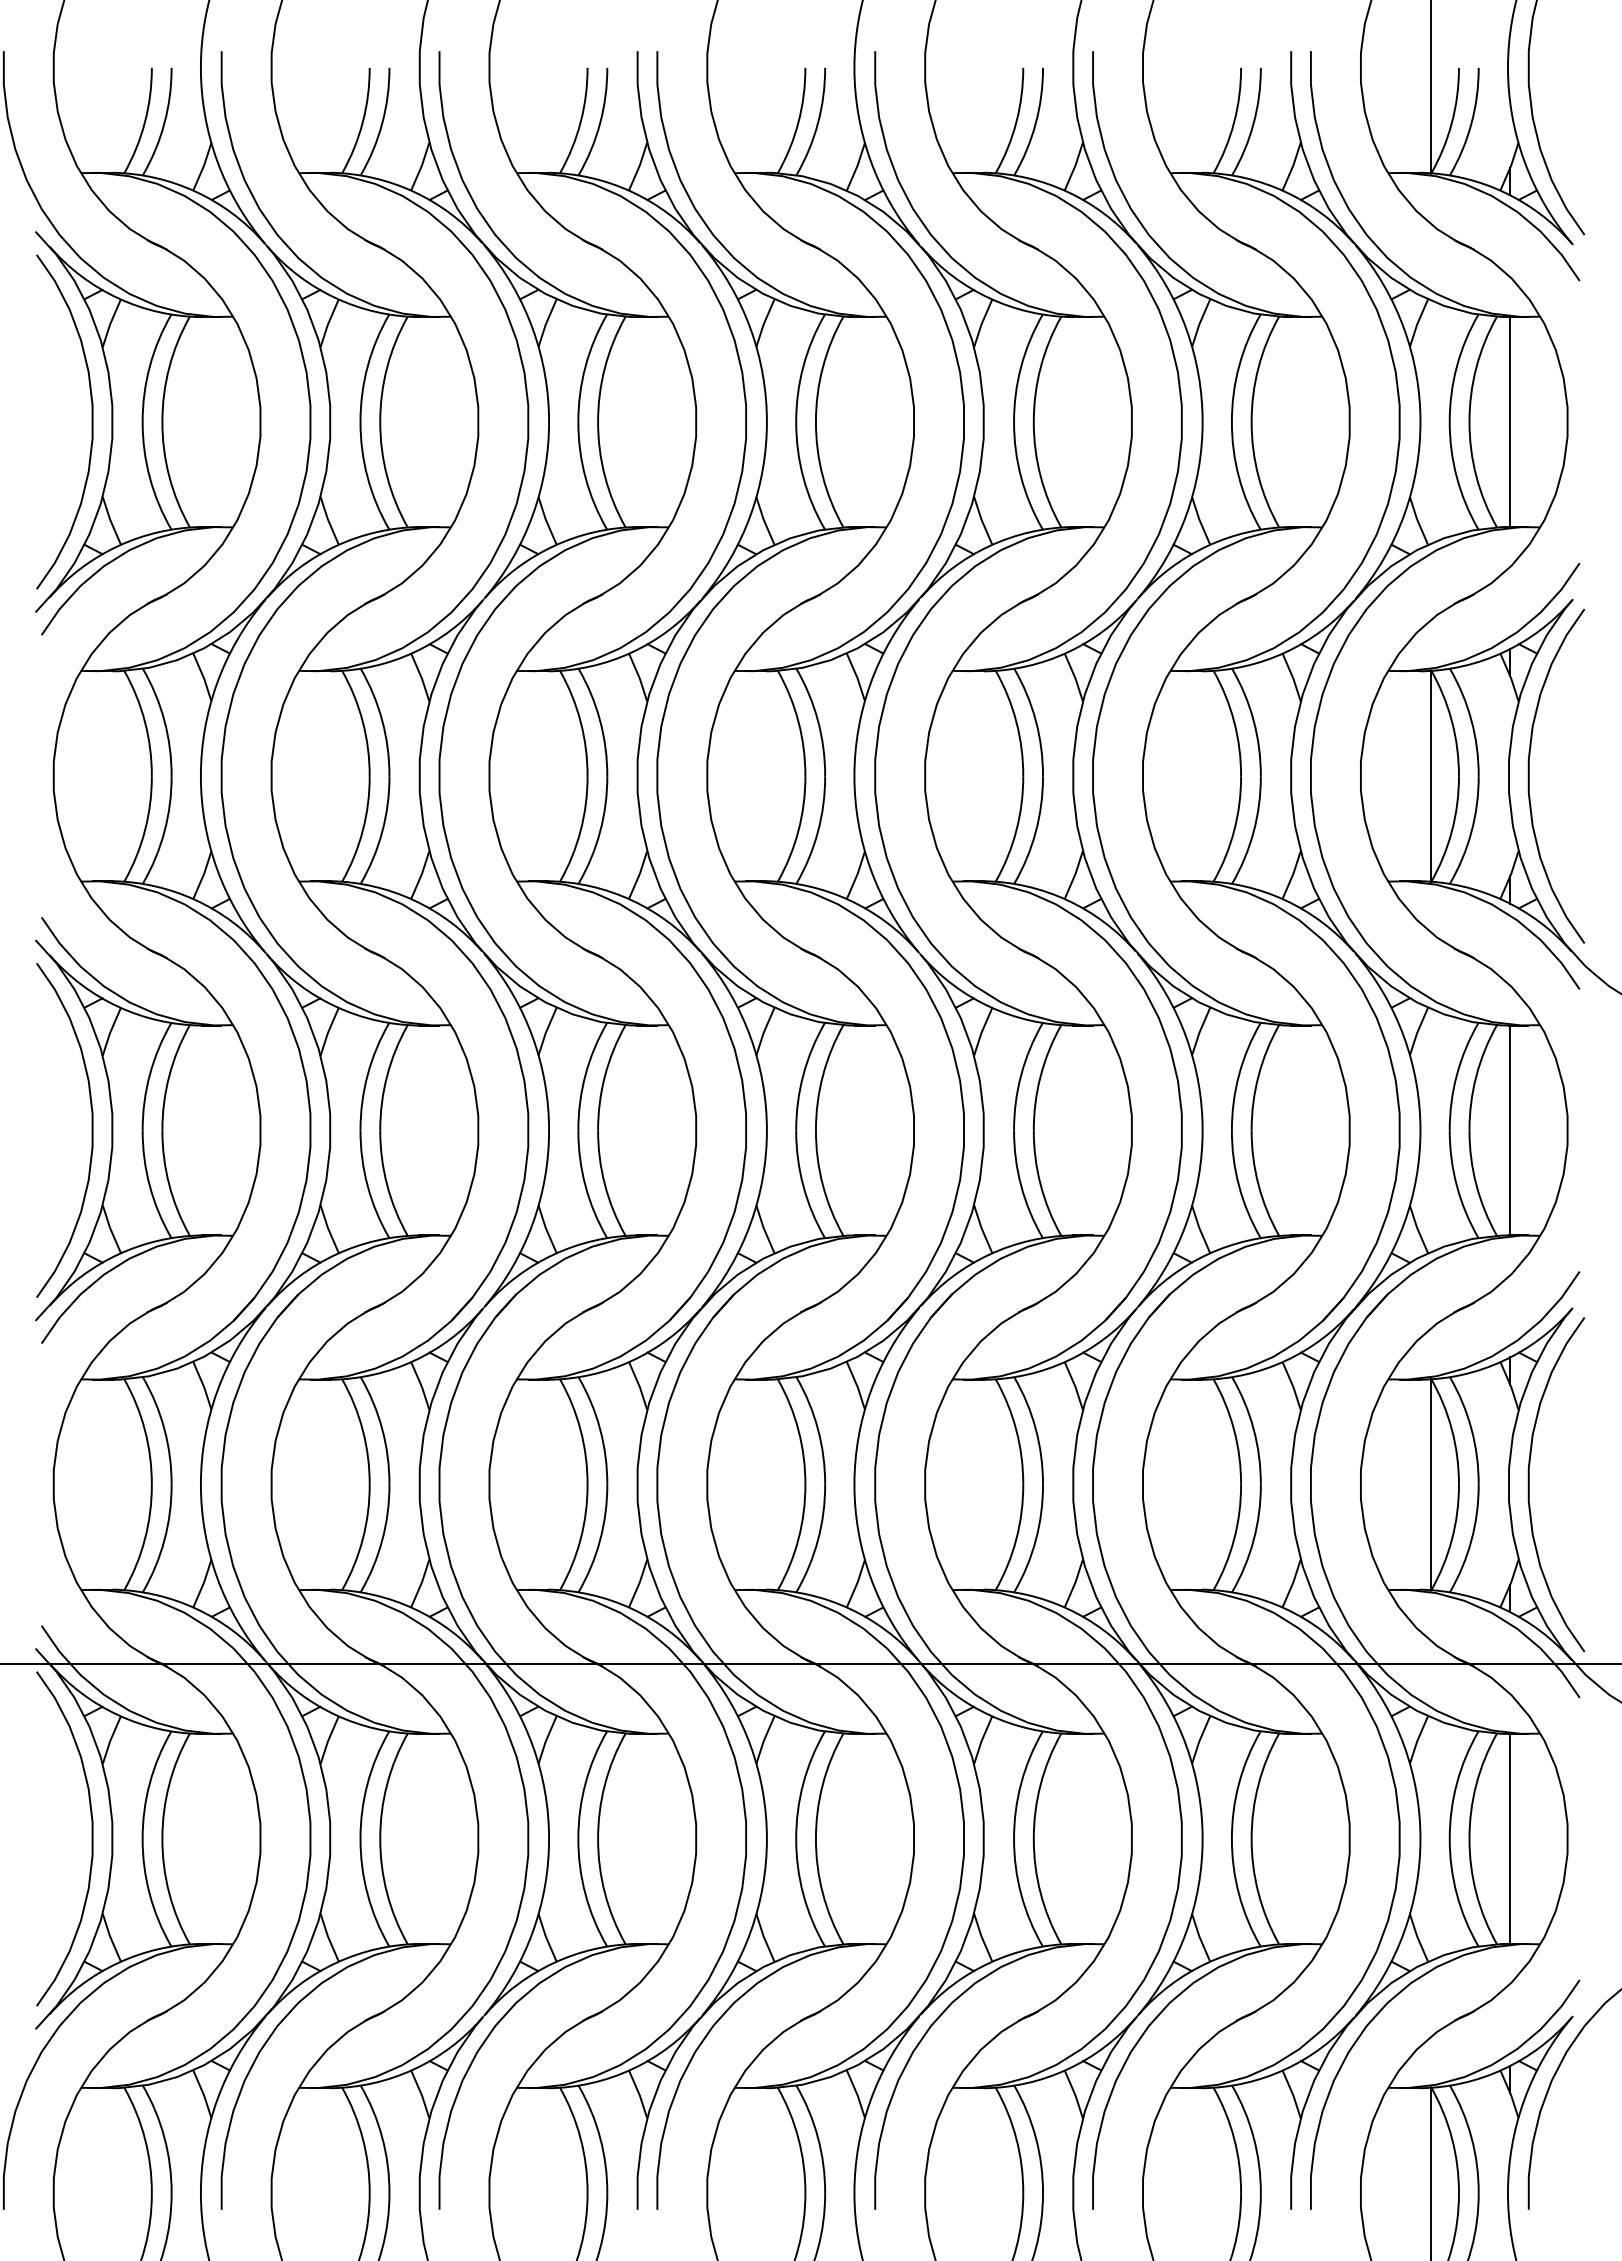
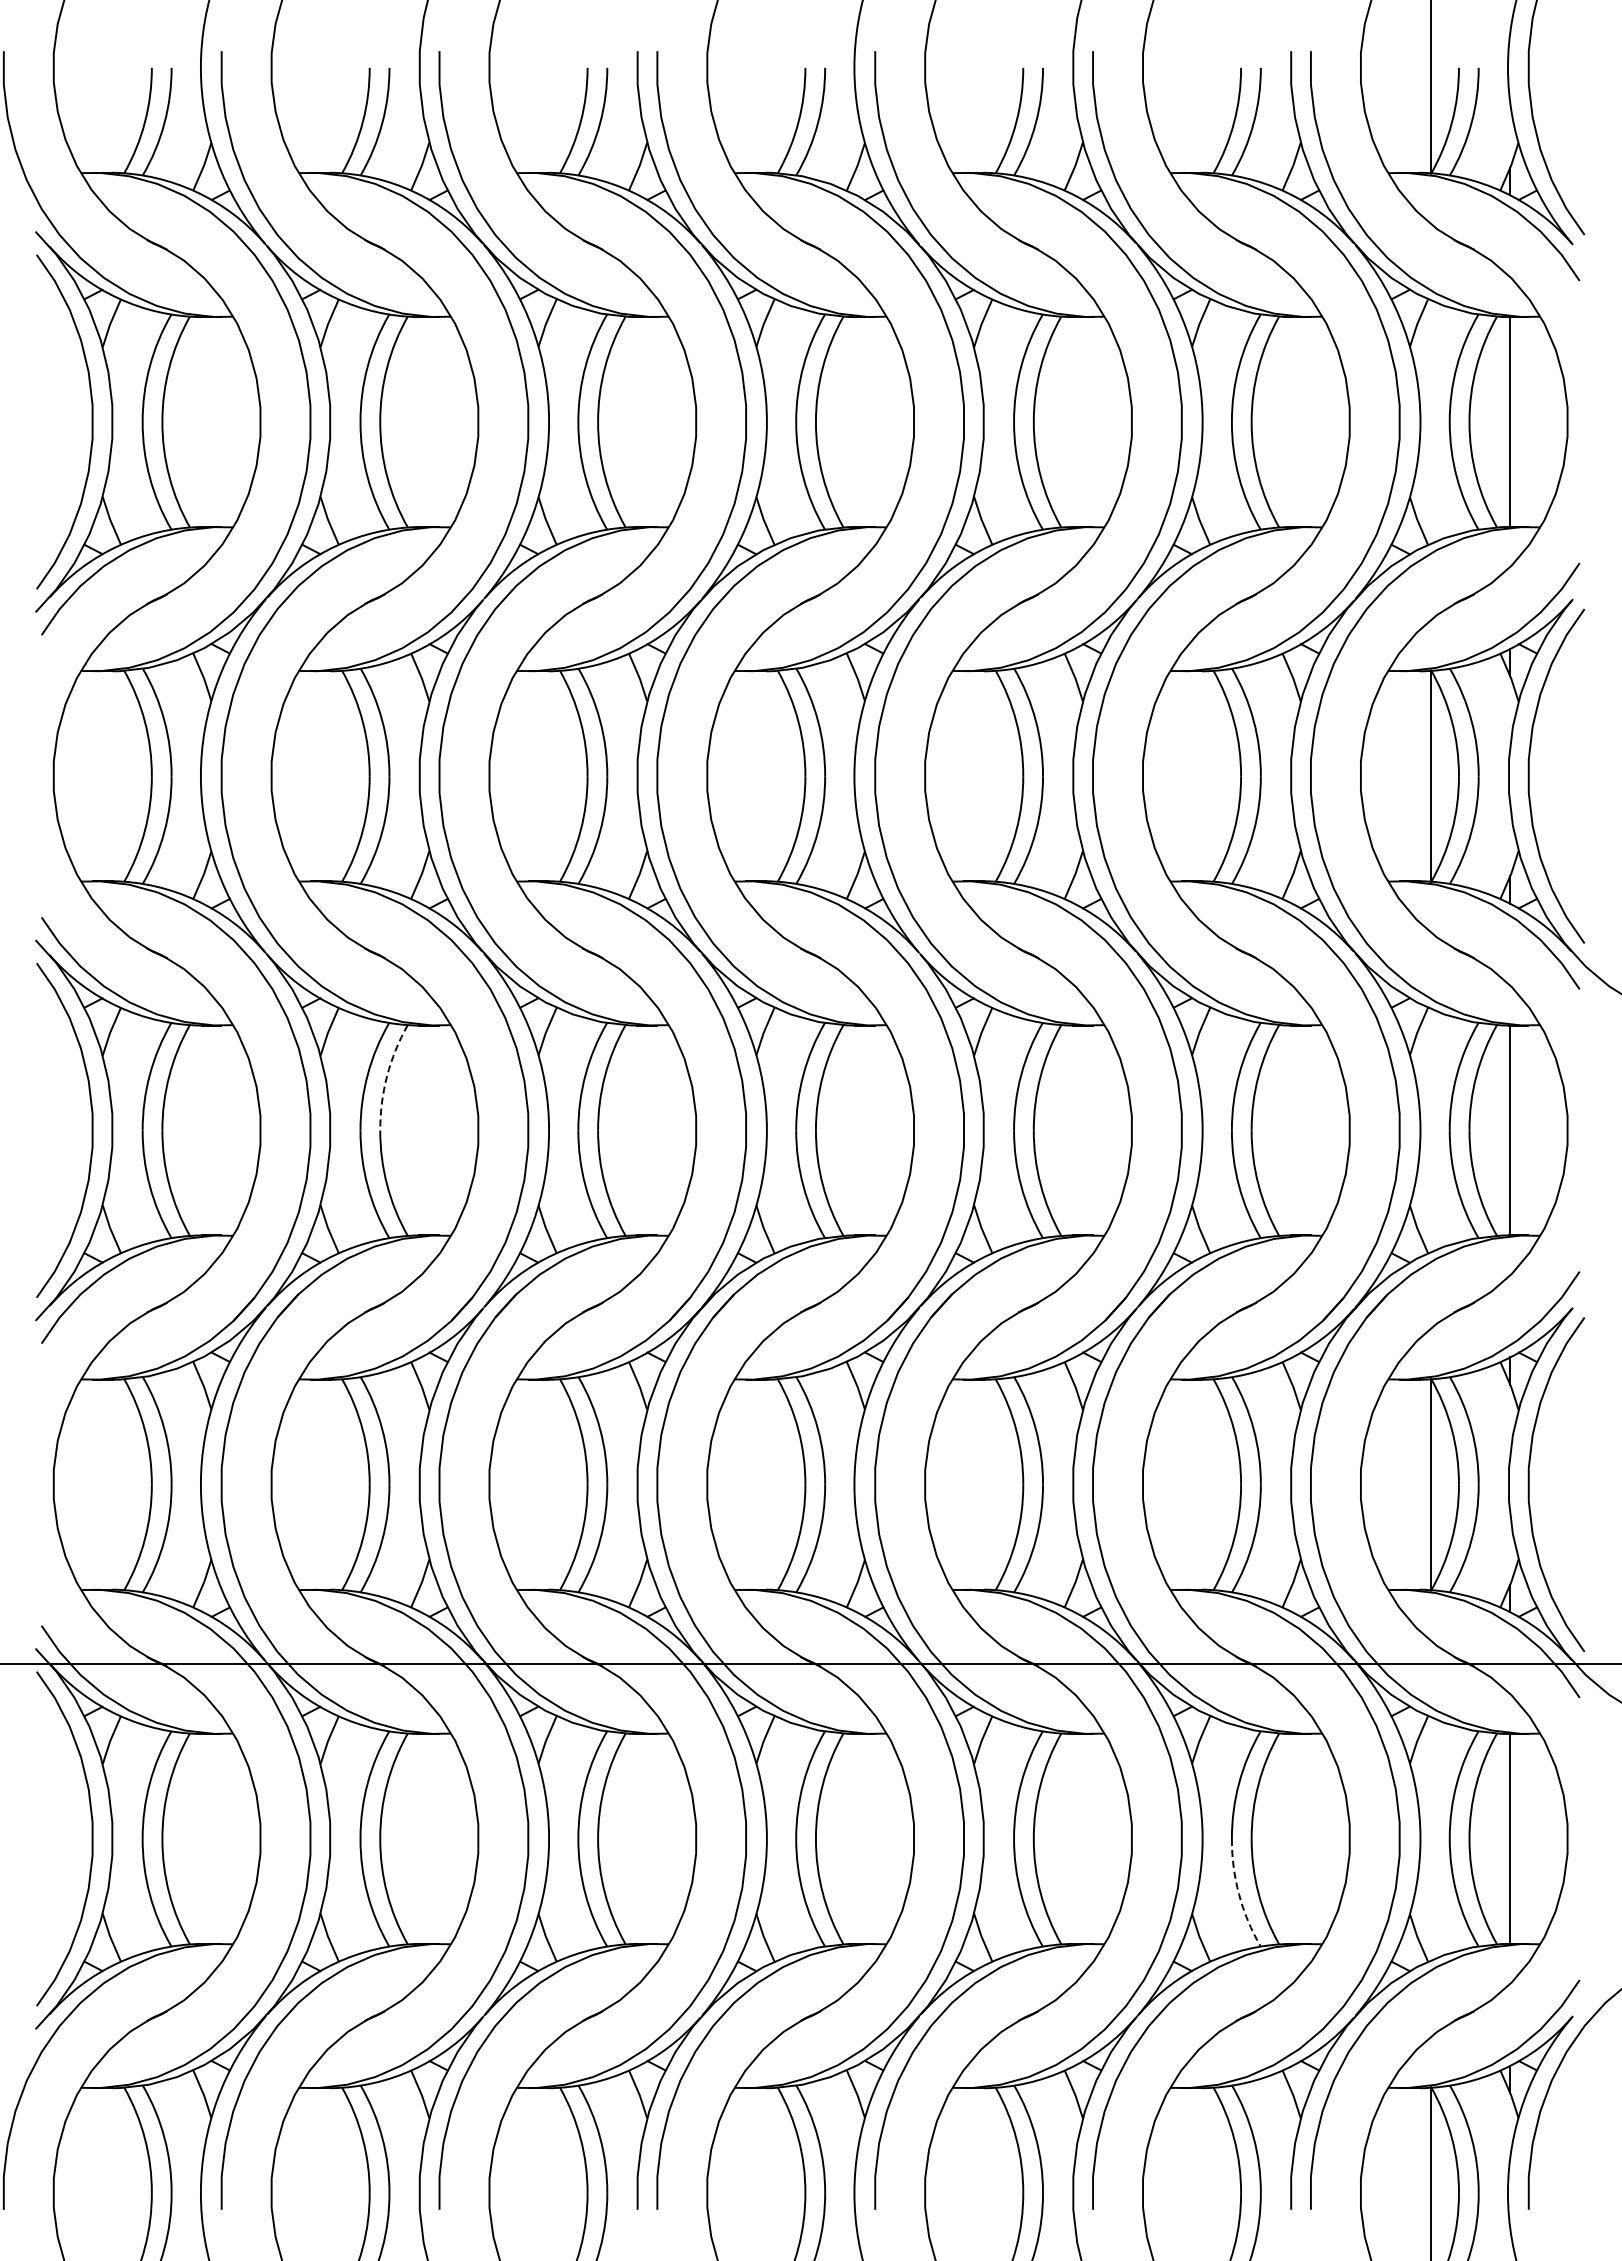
arc at (387, 1076): solid -> dashed
arc at (1239, 1894): solid -> dashed
